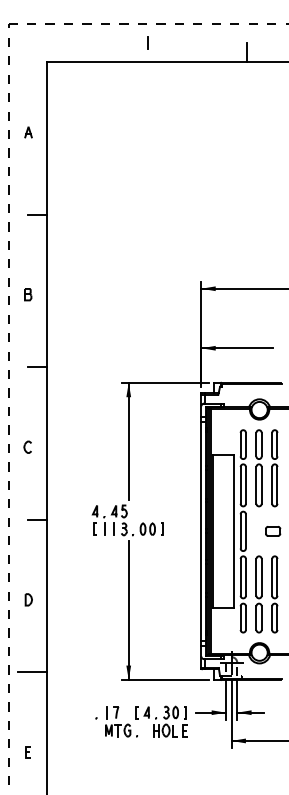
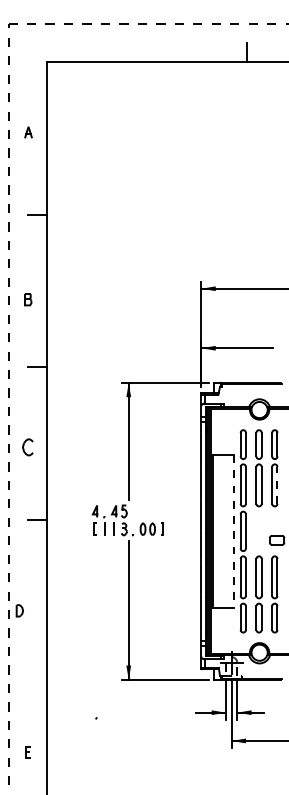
line at (147, 42): present -> none
part at (28, 294) position: (28, 294) -> (28, 299)
part at (27, 446) size: 9x14 px -> 12x19 px
line at (277, 484): solid -> dashed
line at (234, 531): solid -> dashed
part at (273, 531) position: (273, 531) -> (277, 540)
part at (28, 599) position: (28, 599) -> (19, 610)
line at (32, 672): present -> none
part at (146, 721): present -> none
